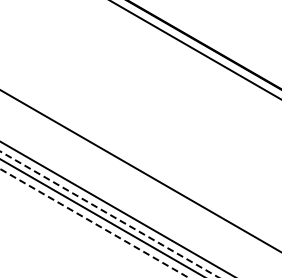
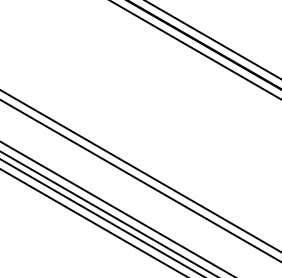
line at (213, 39): none -> present
line at (140, 180): none -> present
line at (109, 214): dashed -> solid
line at (94, 223): dashed -> solid
